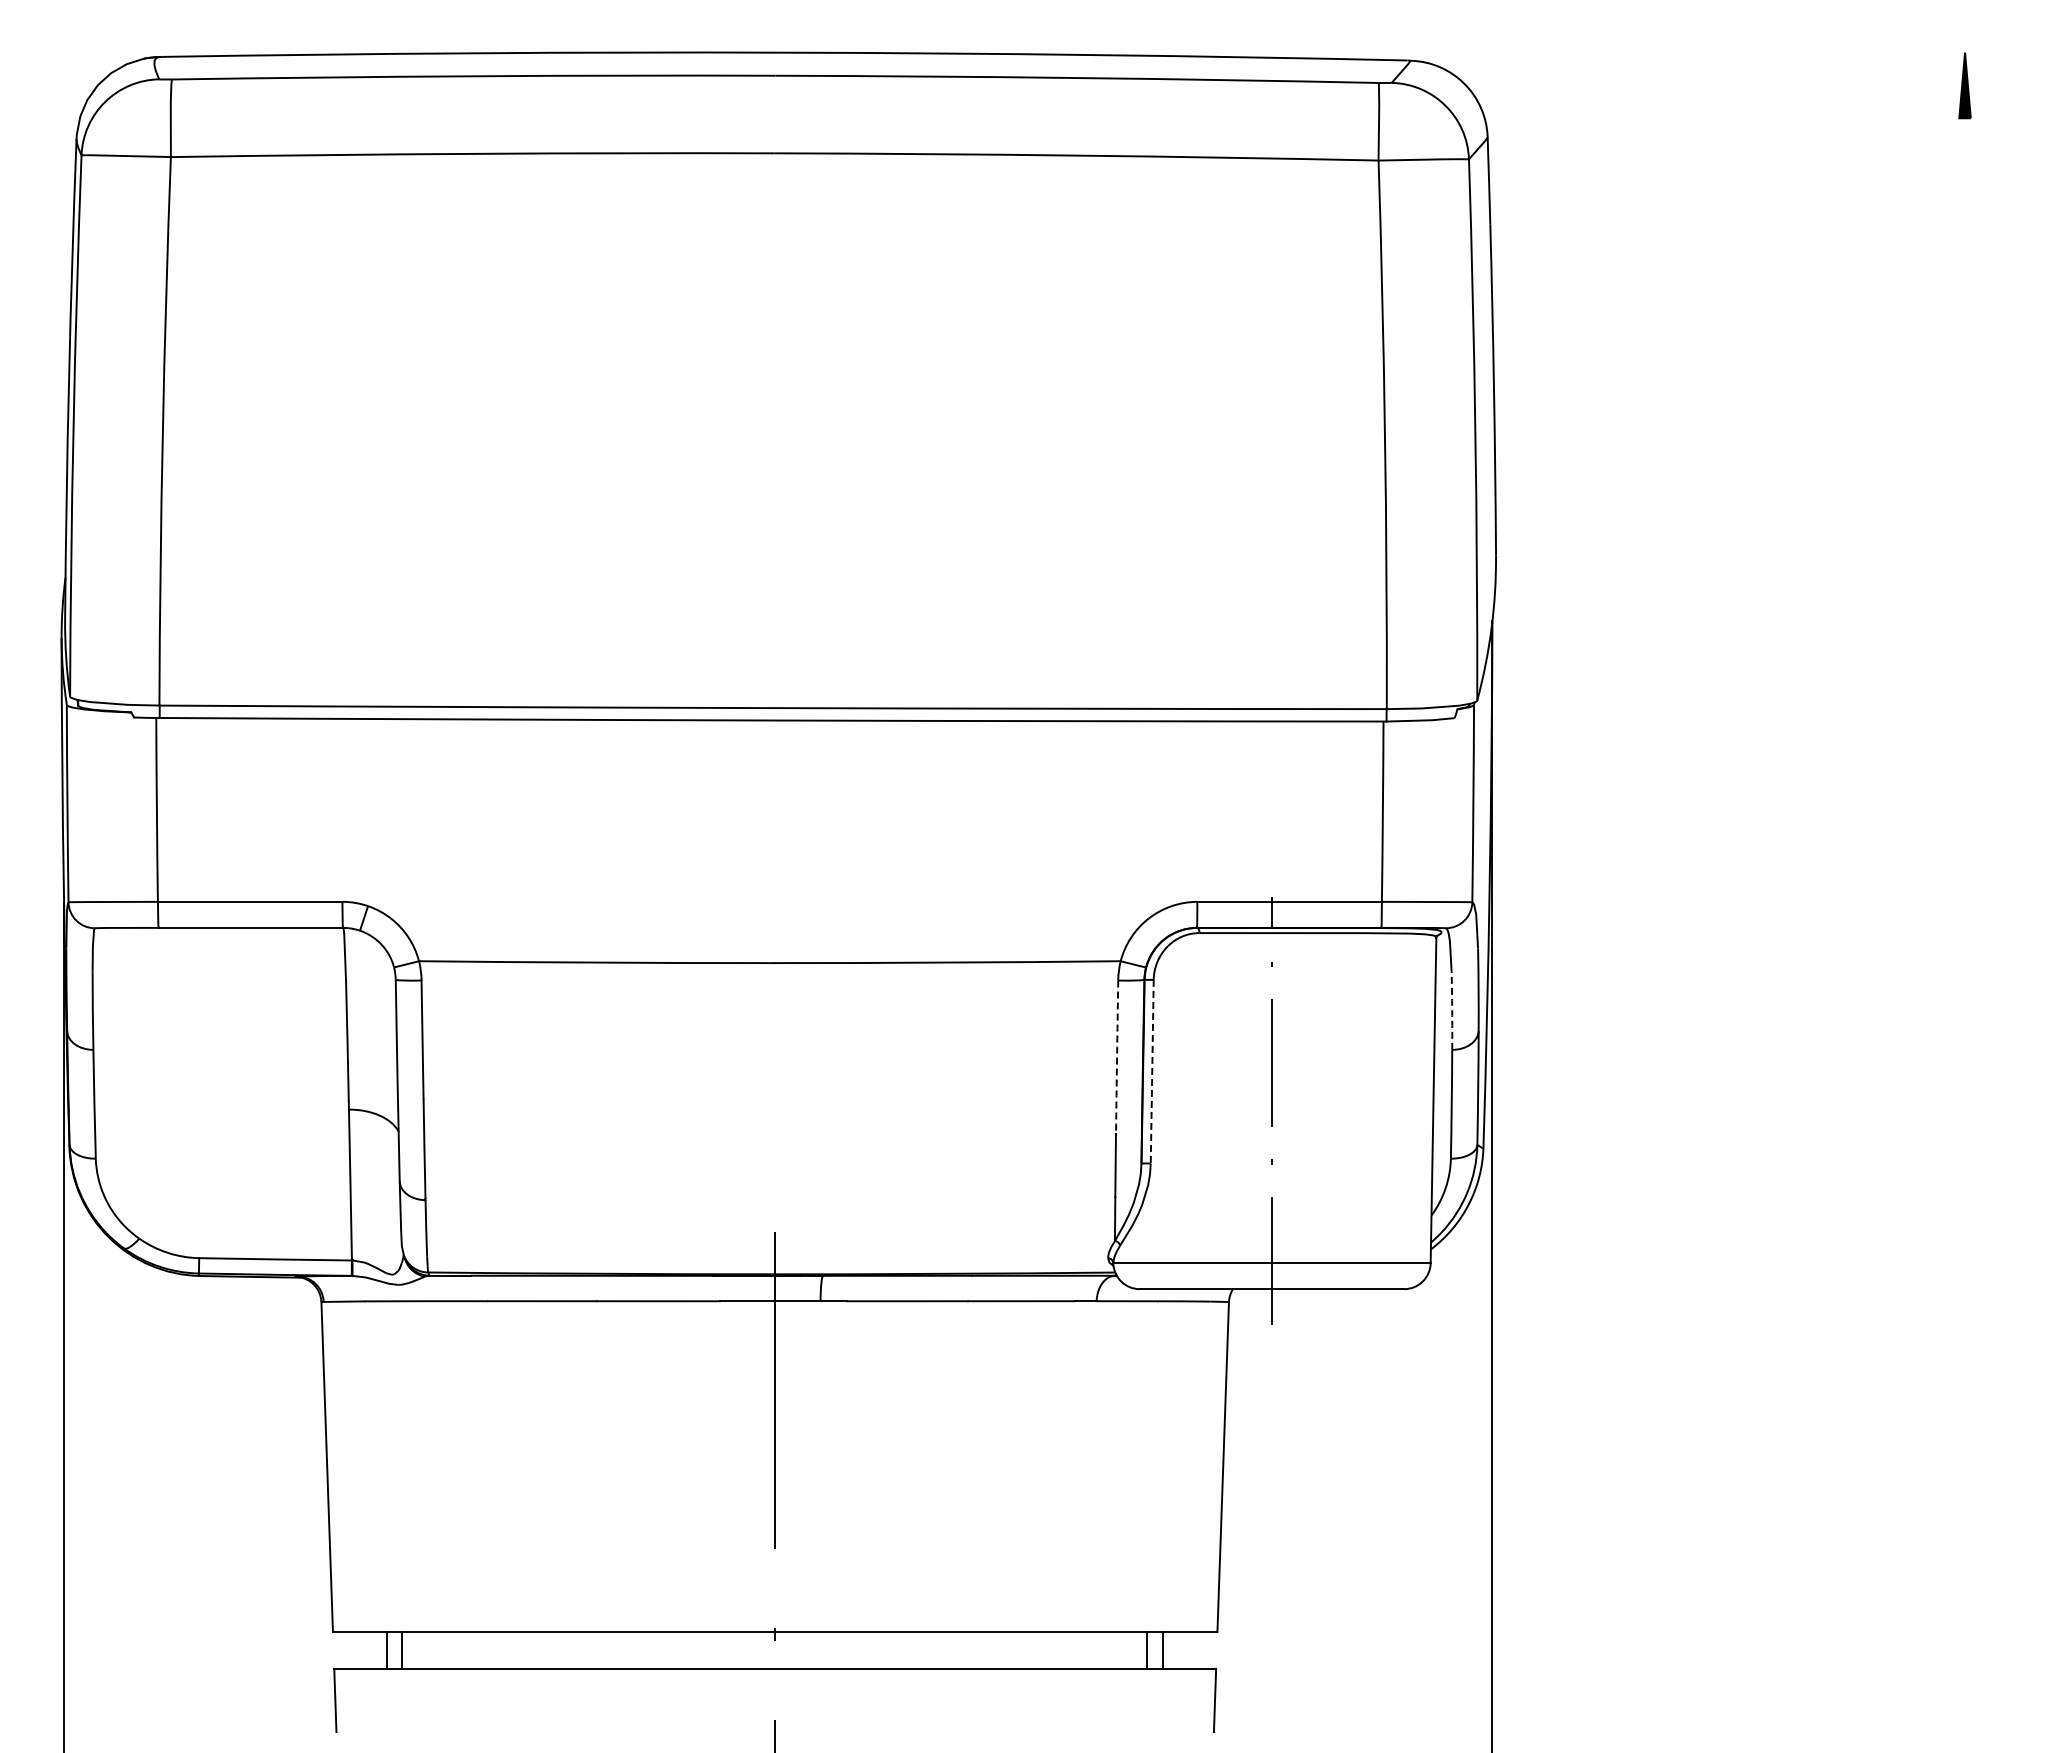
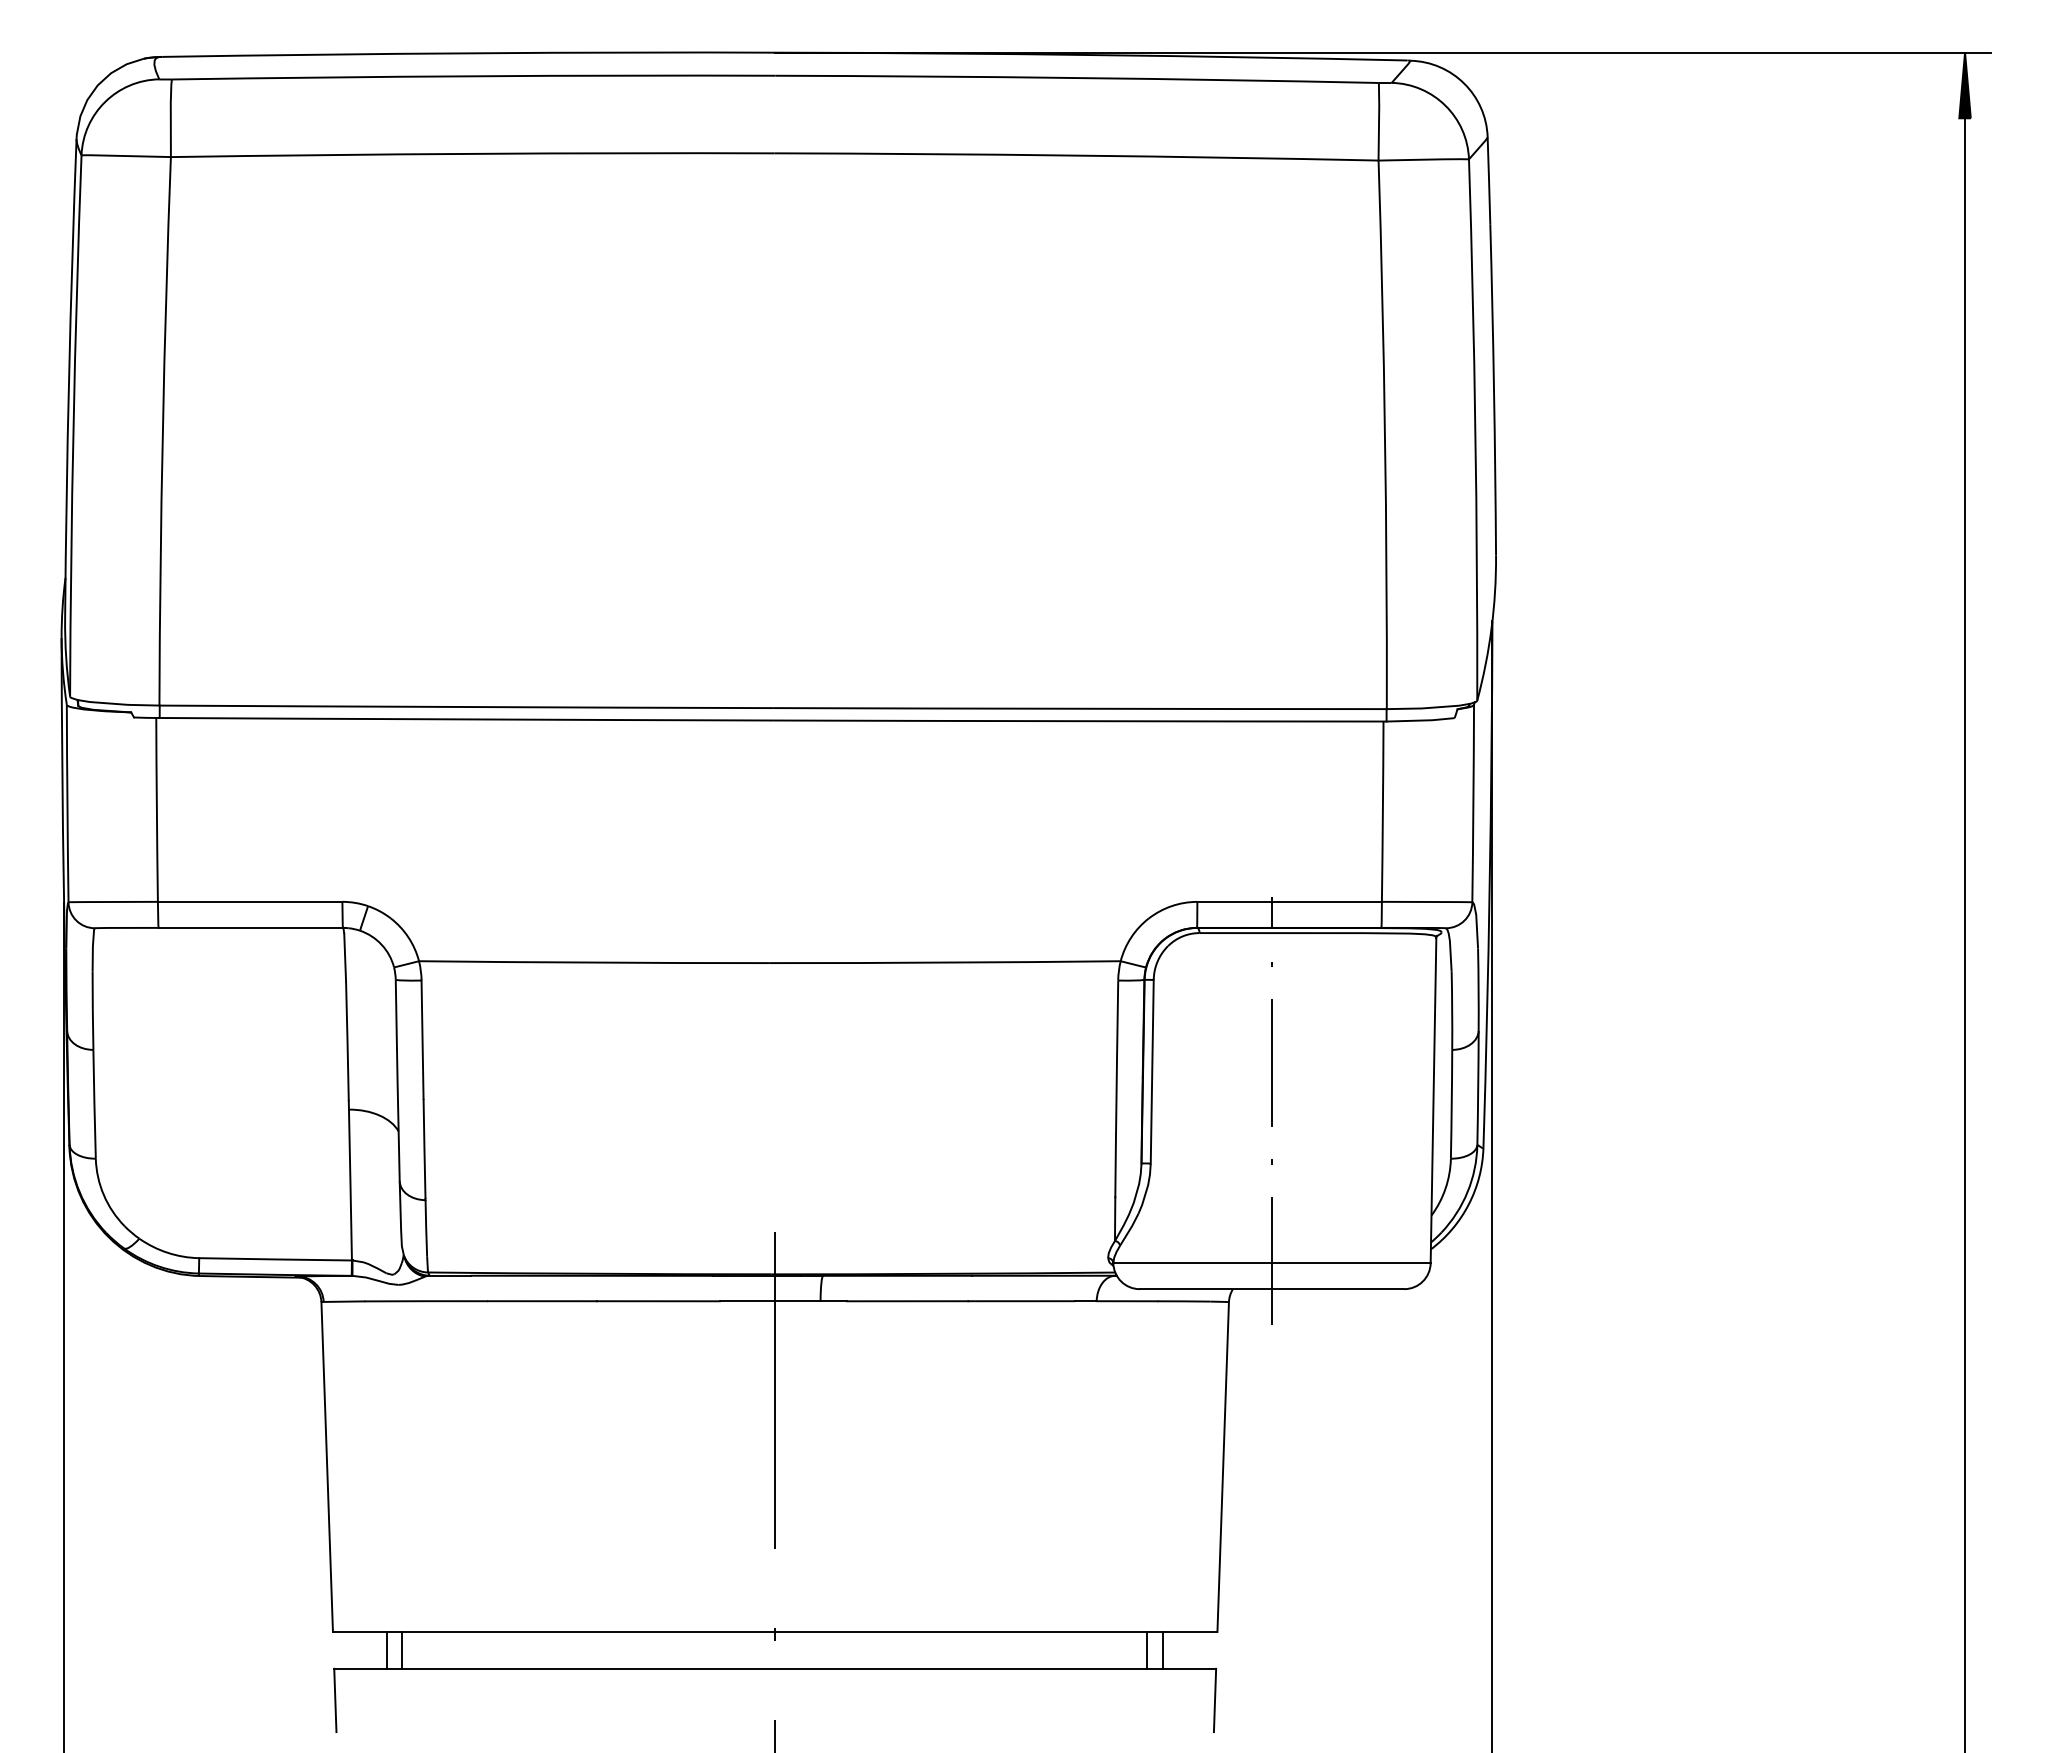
line at (1383, 52): none -> present
line at (1965, 933): none -> present
arc at (1452, 1010): dashed -> solid
arc at (1117, 1057): dashed -> solid
line at (1152, 1071): dashed -> solid
